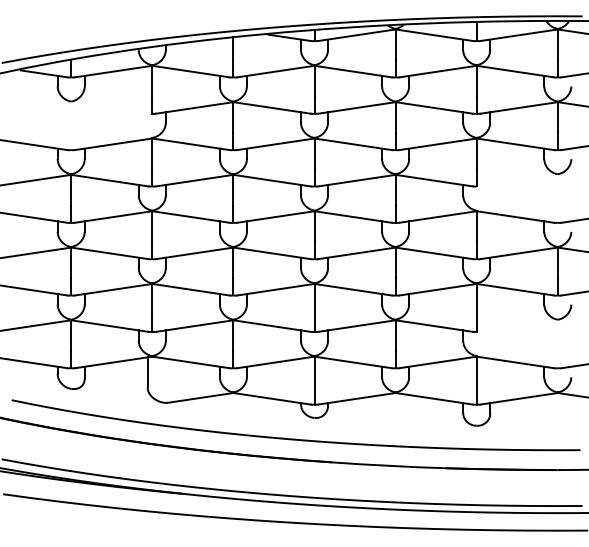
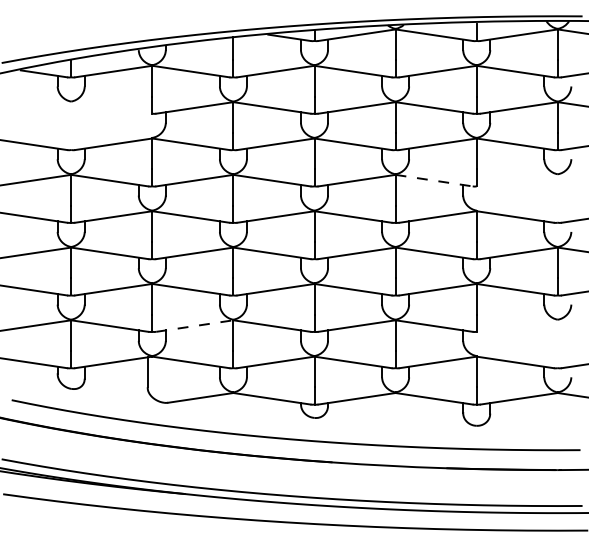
line at (434, 180): solid -> dashed
line at (194, 326): solid -> dashed
